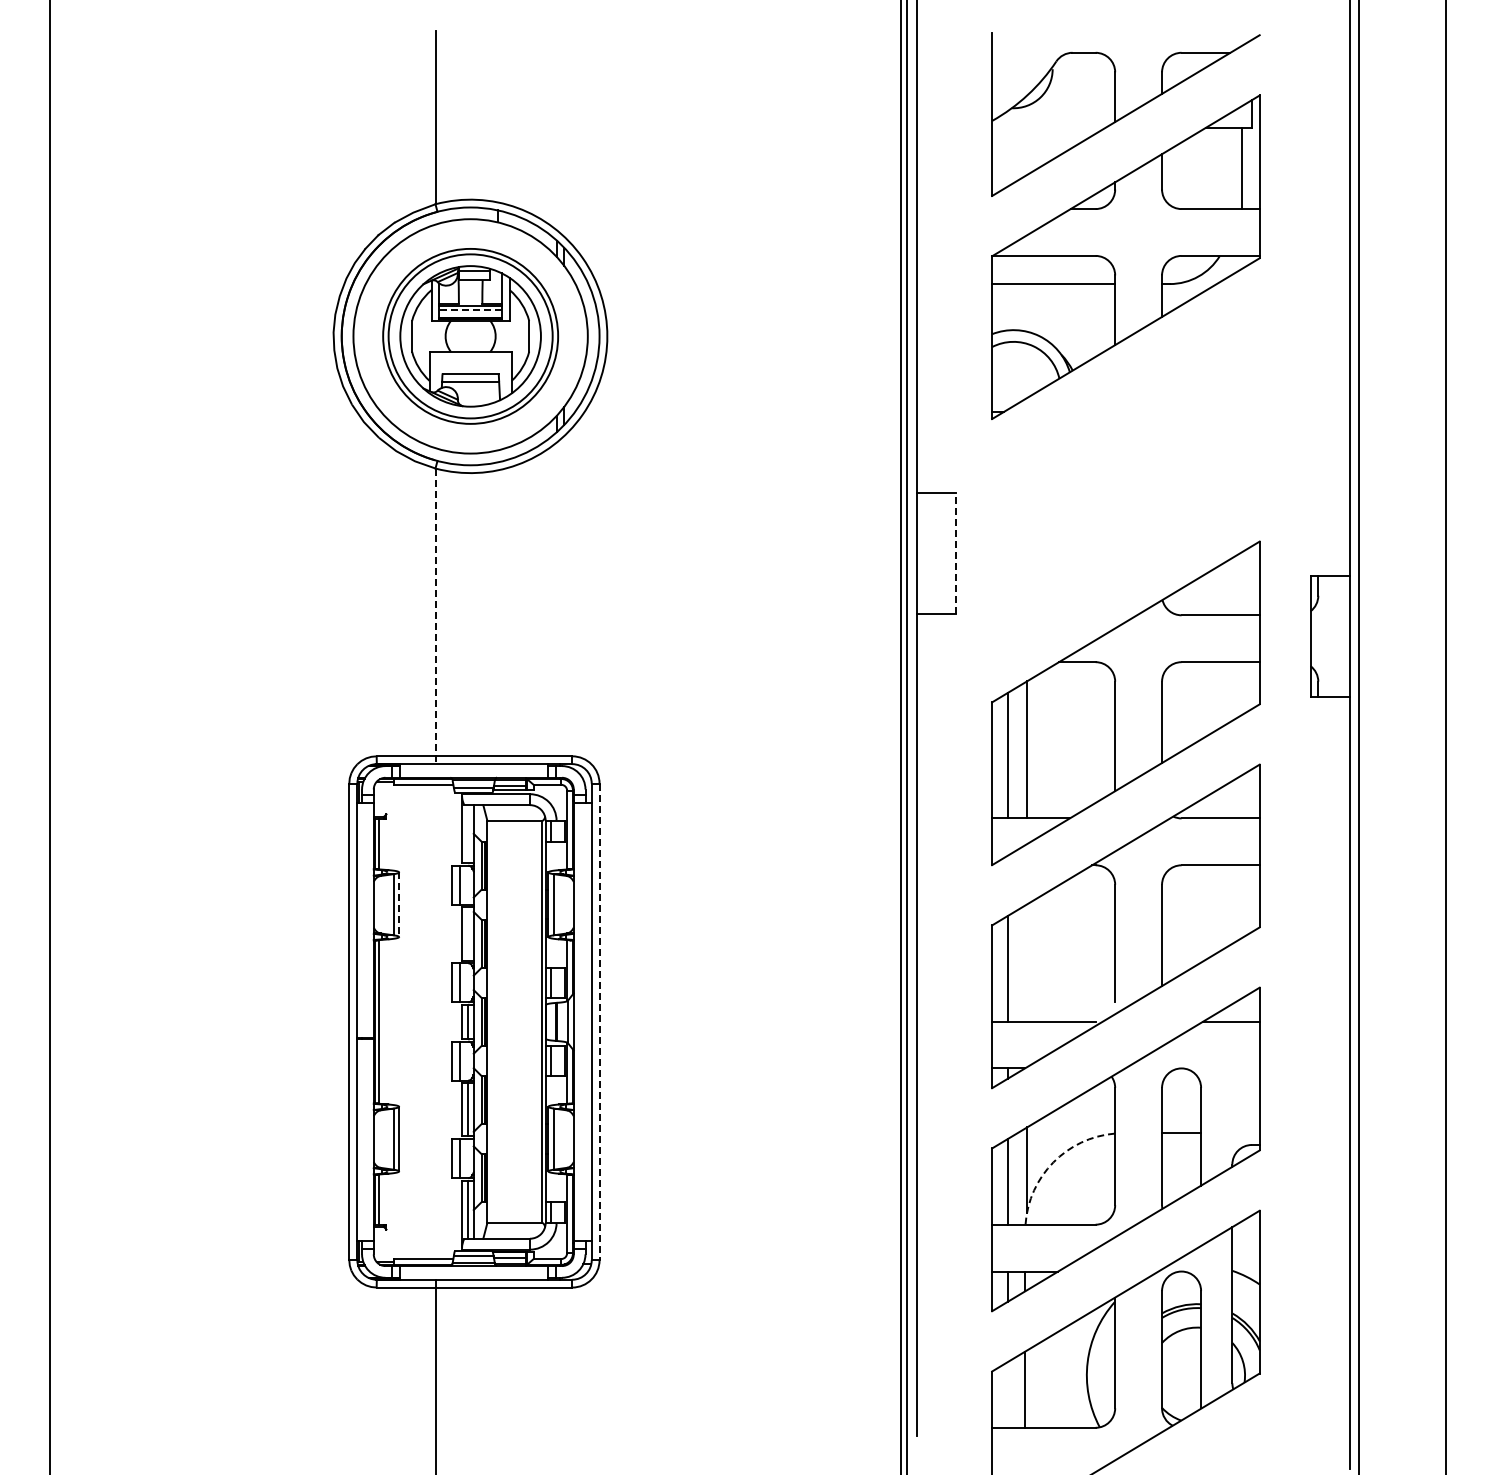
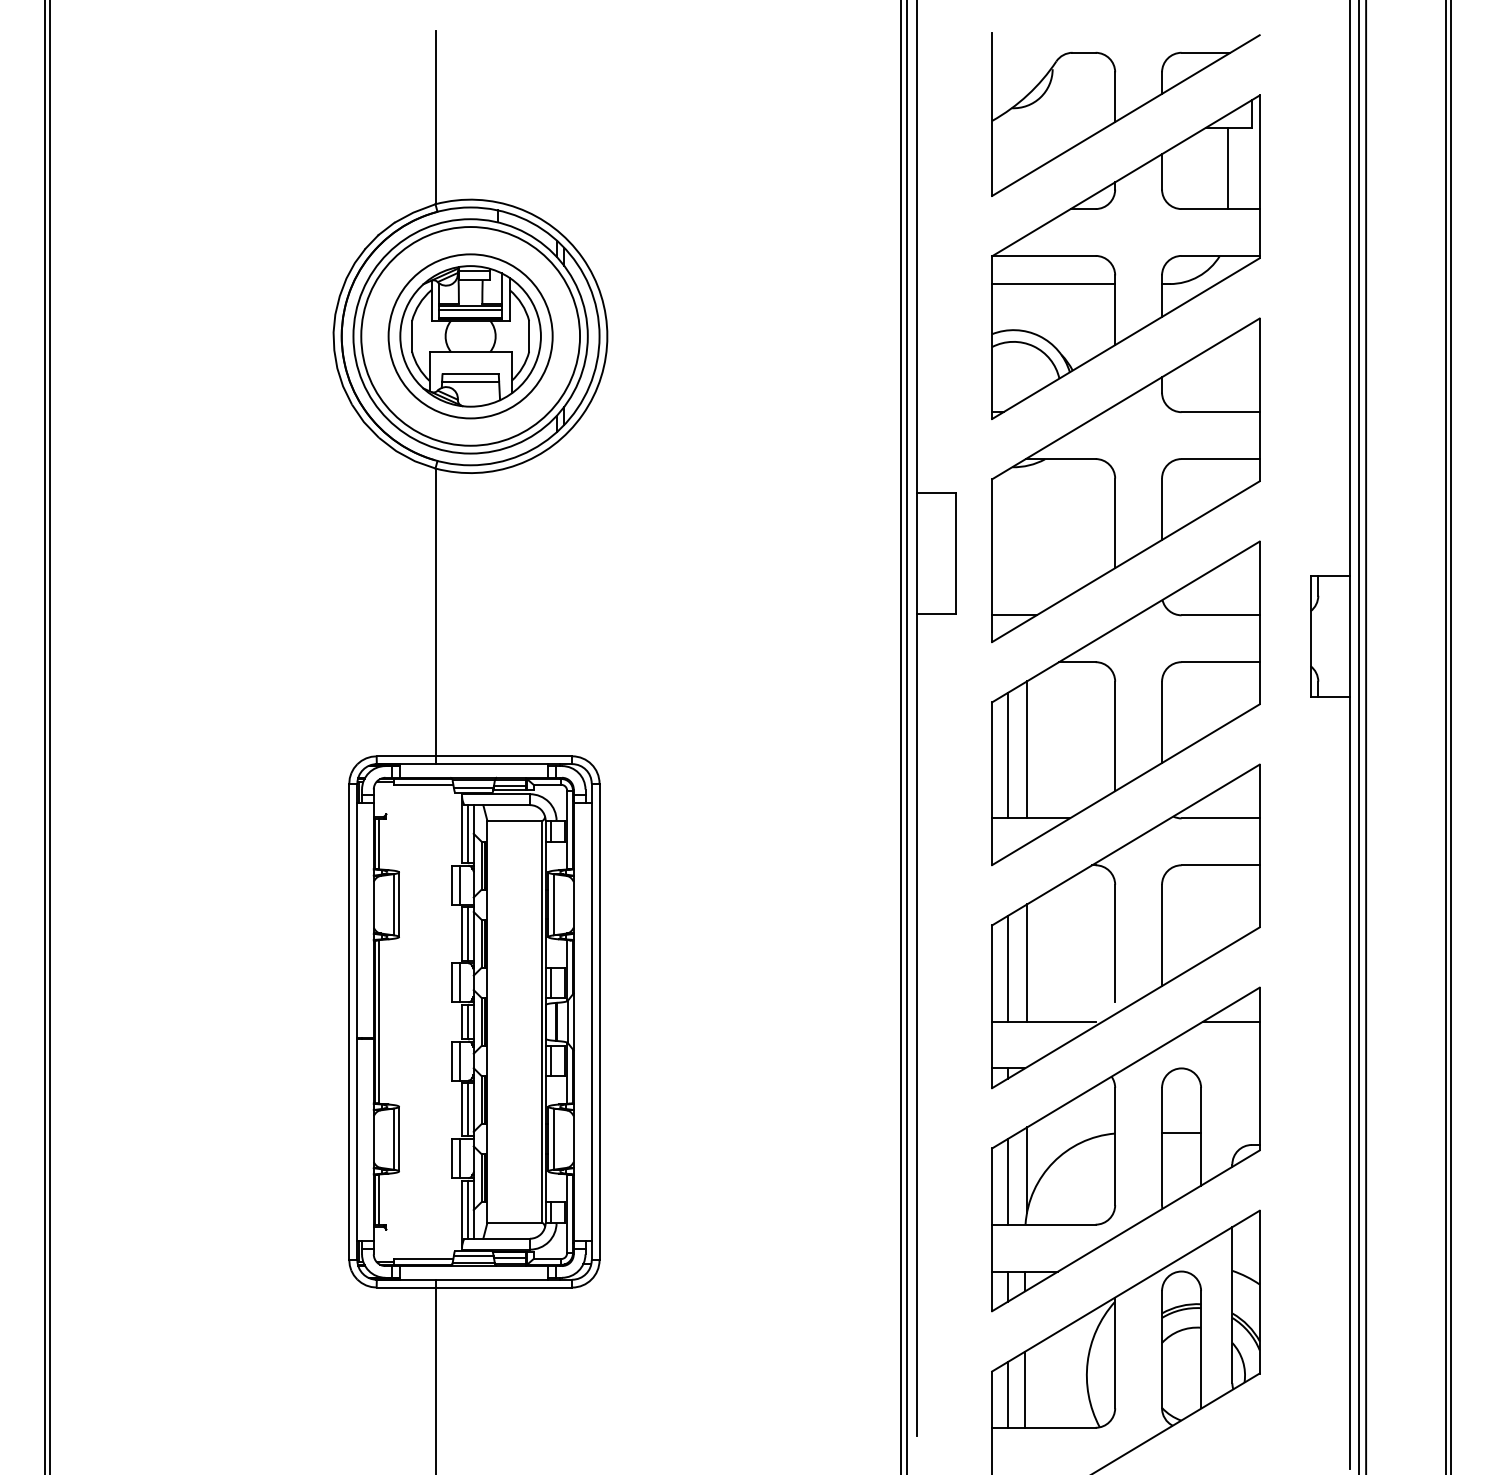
line at (1242, 168) position: (1242, 168) -> (1228, 168)
line at (470, 310): dashed -> solid
circle at (470, 335) diameter: 175 px -> 219 px
part at (1125, 480): none -> present
line at (956, 553): dashed -> solid
line at (435, 616): dashed -> solid
line at (44, 736): none -> present
line at (1366, 736): none -> present
line at (1451, 736): none -> present
line at (467, 833): none -> present
line at (399, 905): dashed -> solid
line at (467, 933): none -> present
line at (1027, 962): none -> present
line at (599, 1022): dashed -> solid
arc at (1053, 1162): dashed -> solid
line at (1007, 1394): none -> present
